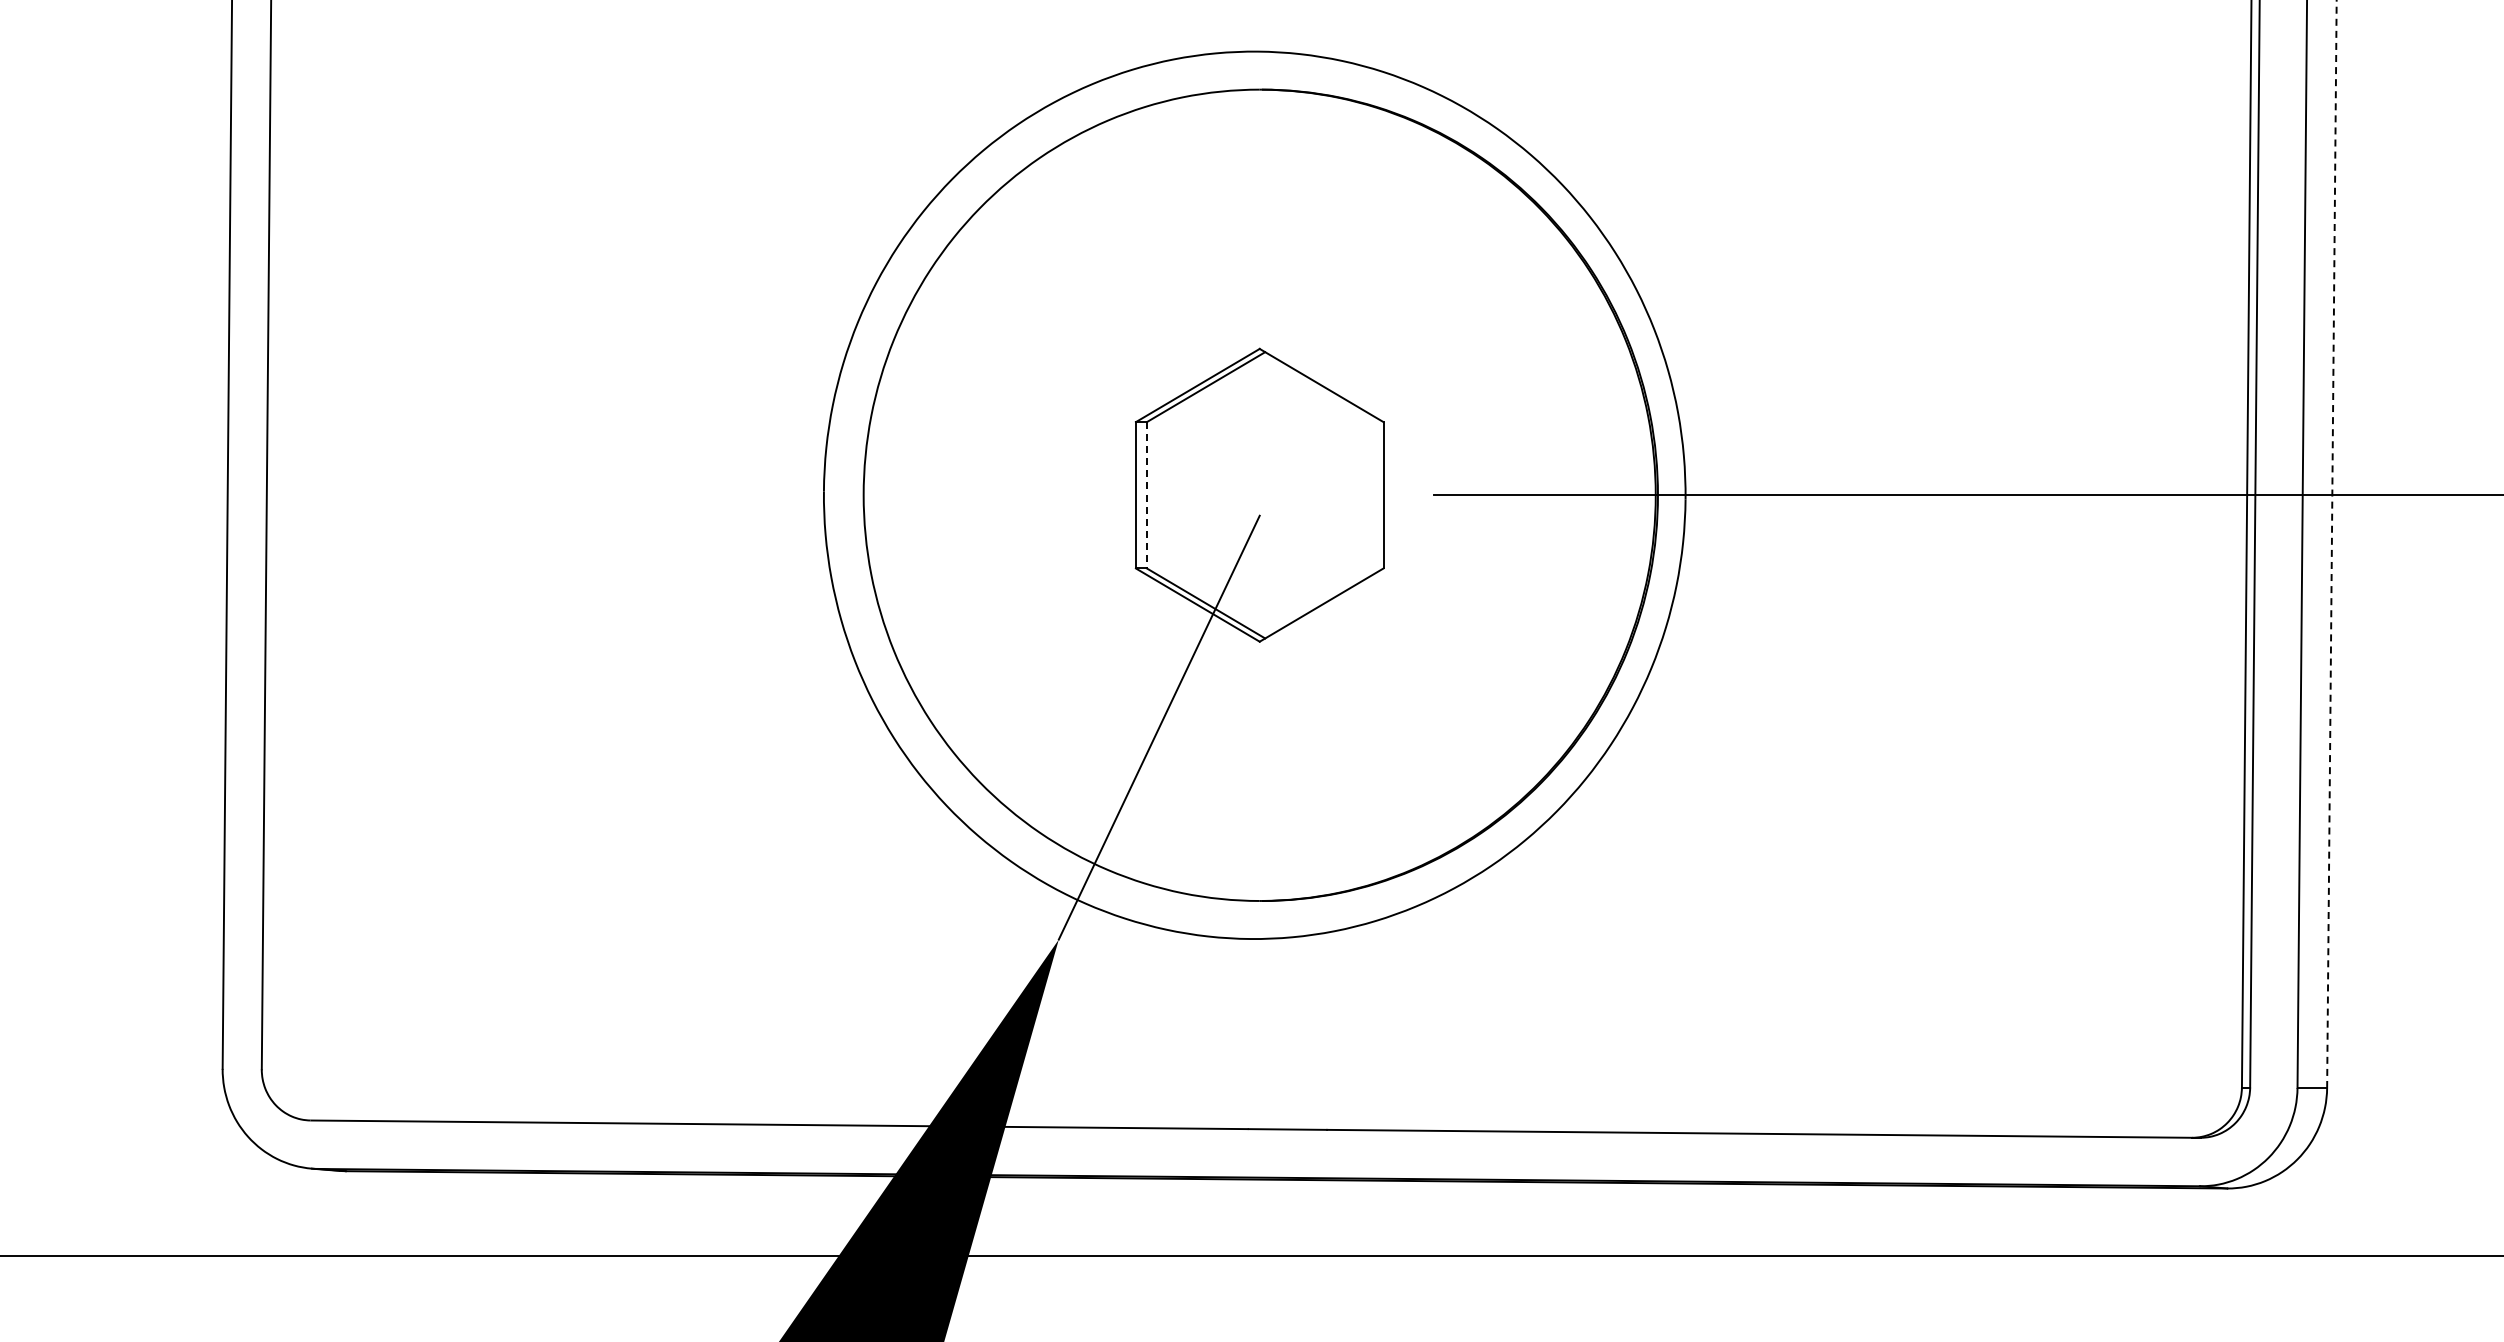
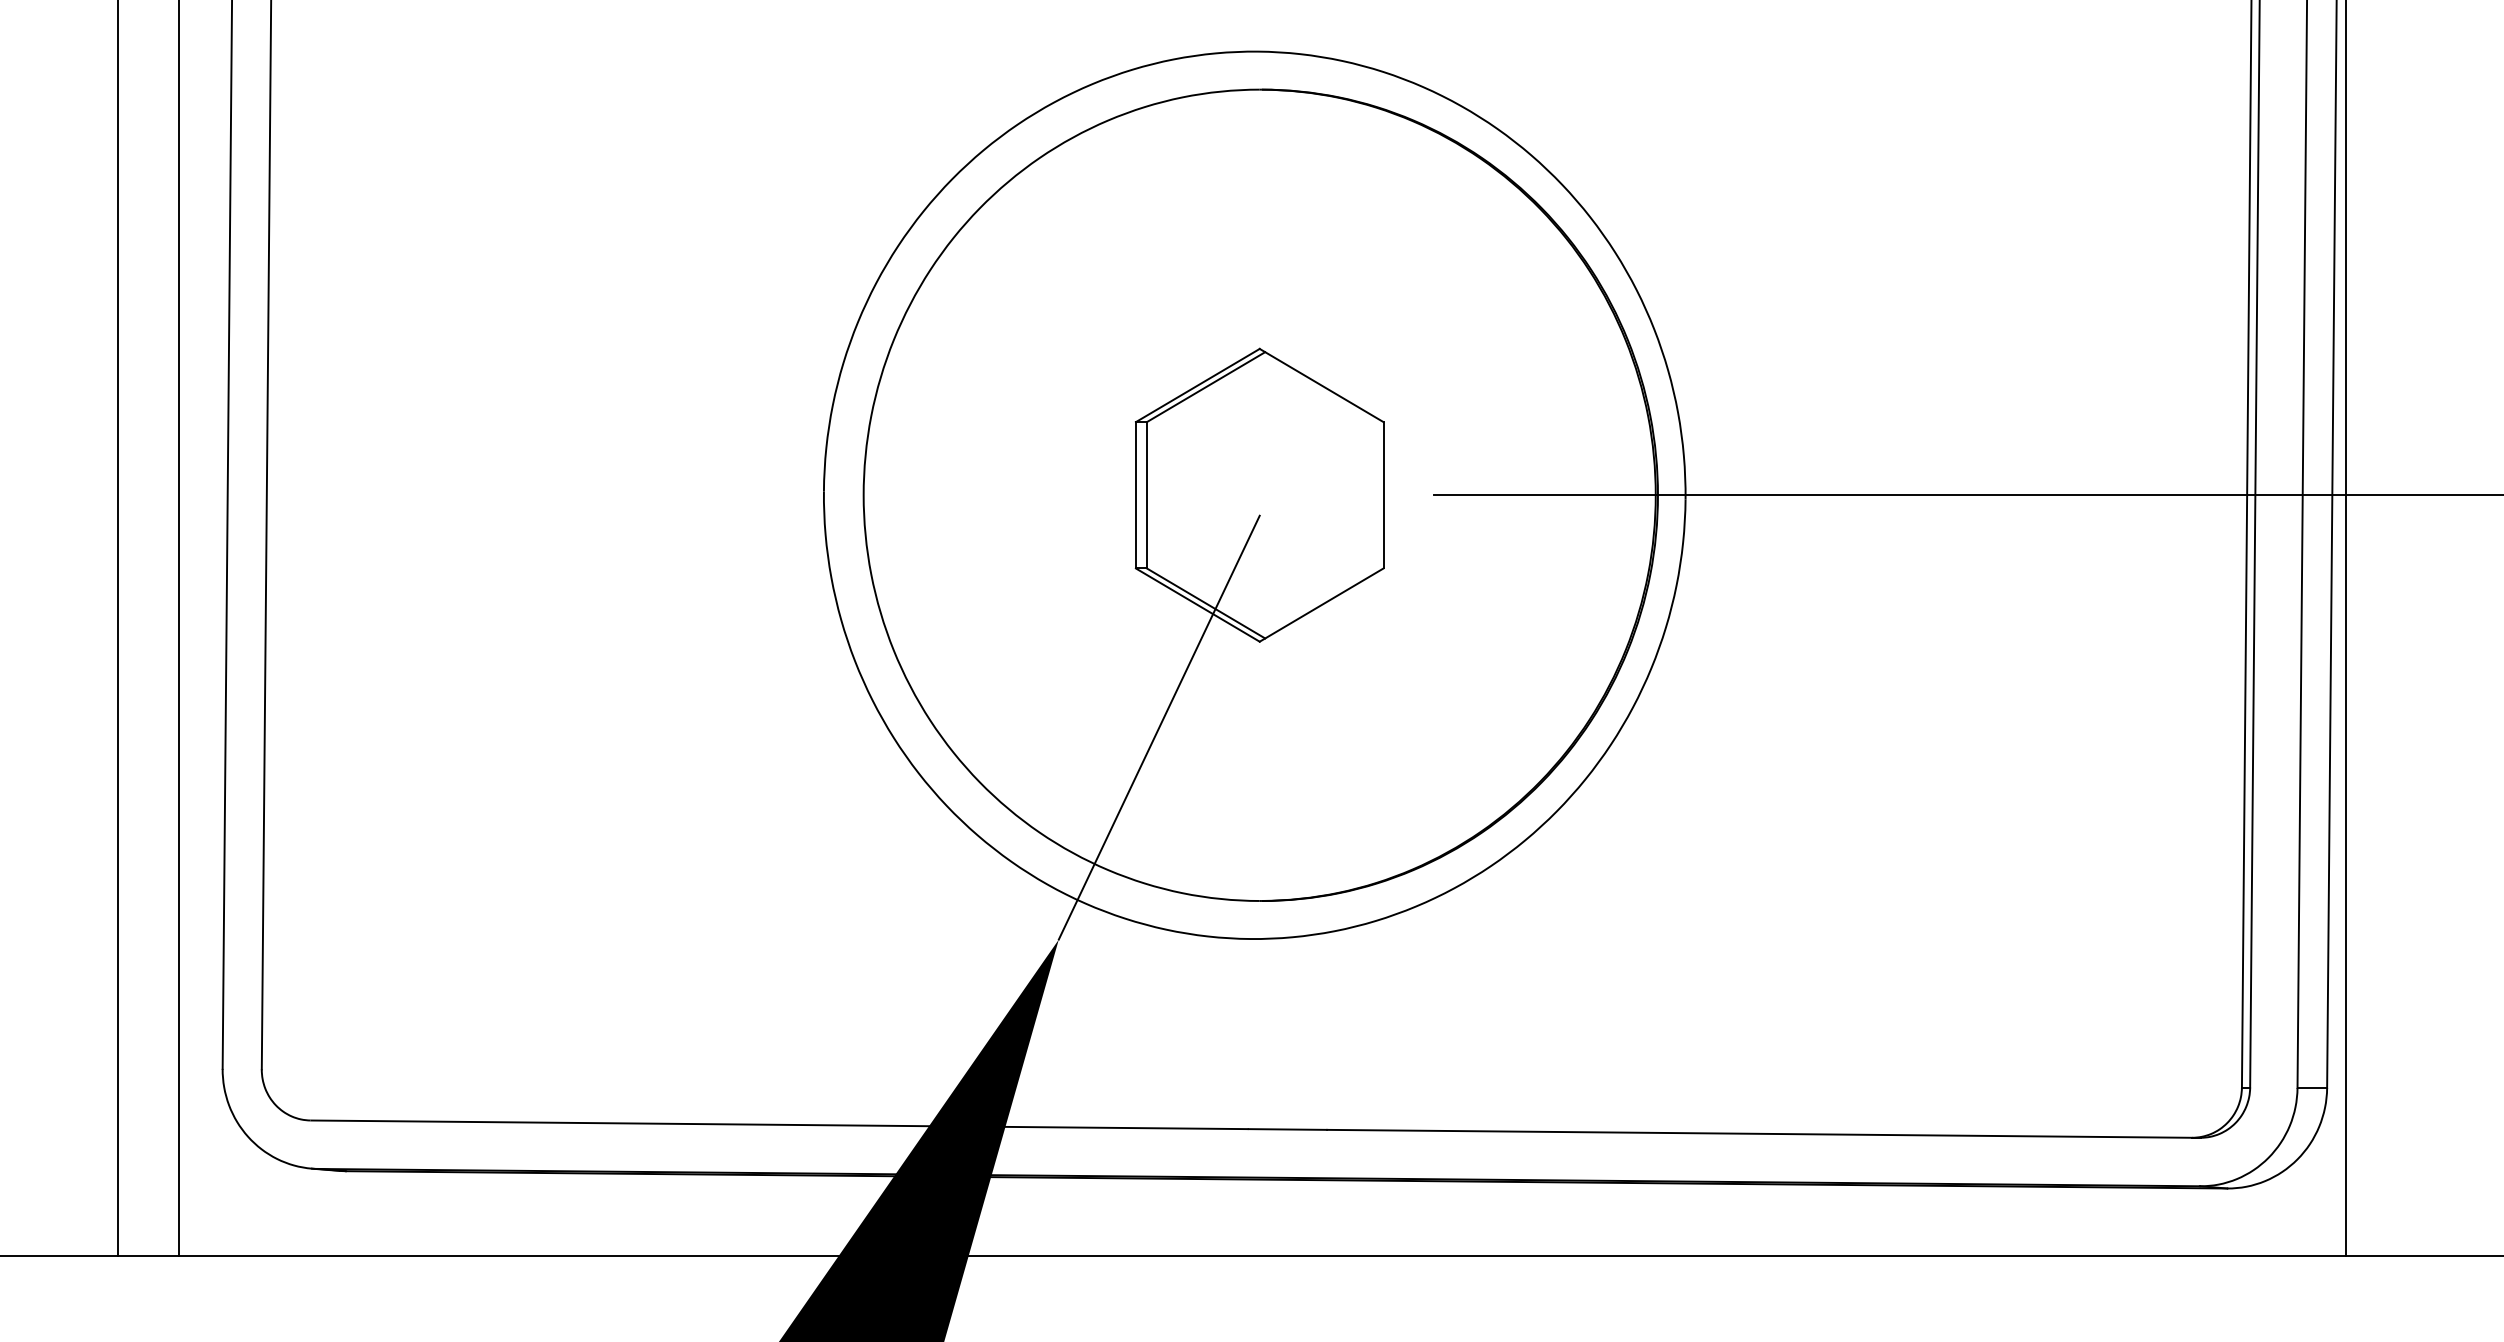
line at (1146, 495): dashed -> solid
line at (2331, 544): dashed -> solid
line at (118, 628): none -> present
line at (178, 628): none -> present
line at (2346, 628): none -> present
